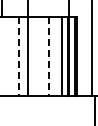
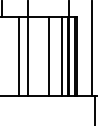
line at (18, 56): dashed -> solid
line at (48, 56): dashed -> solid
